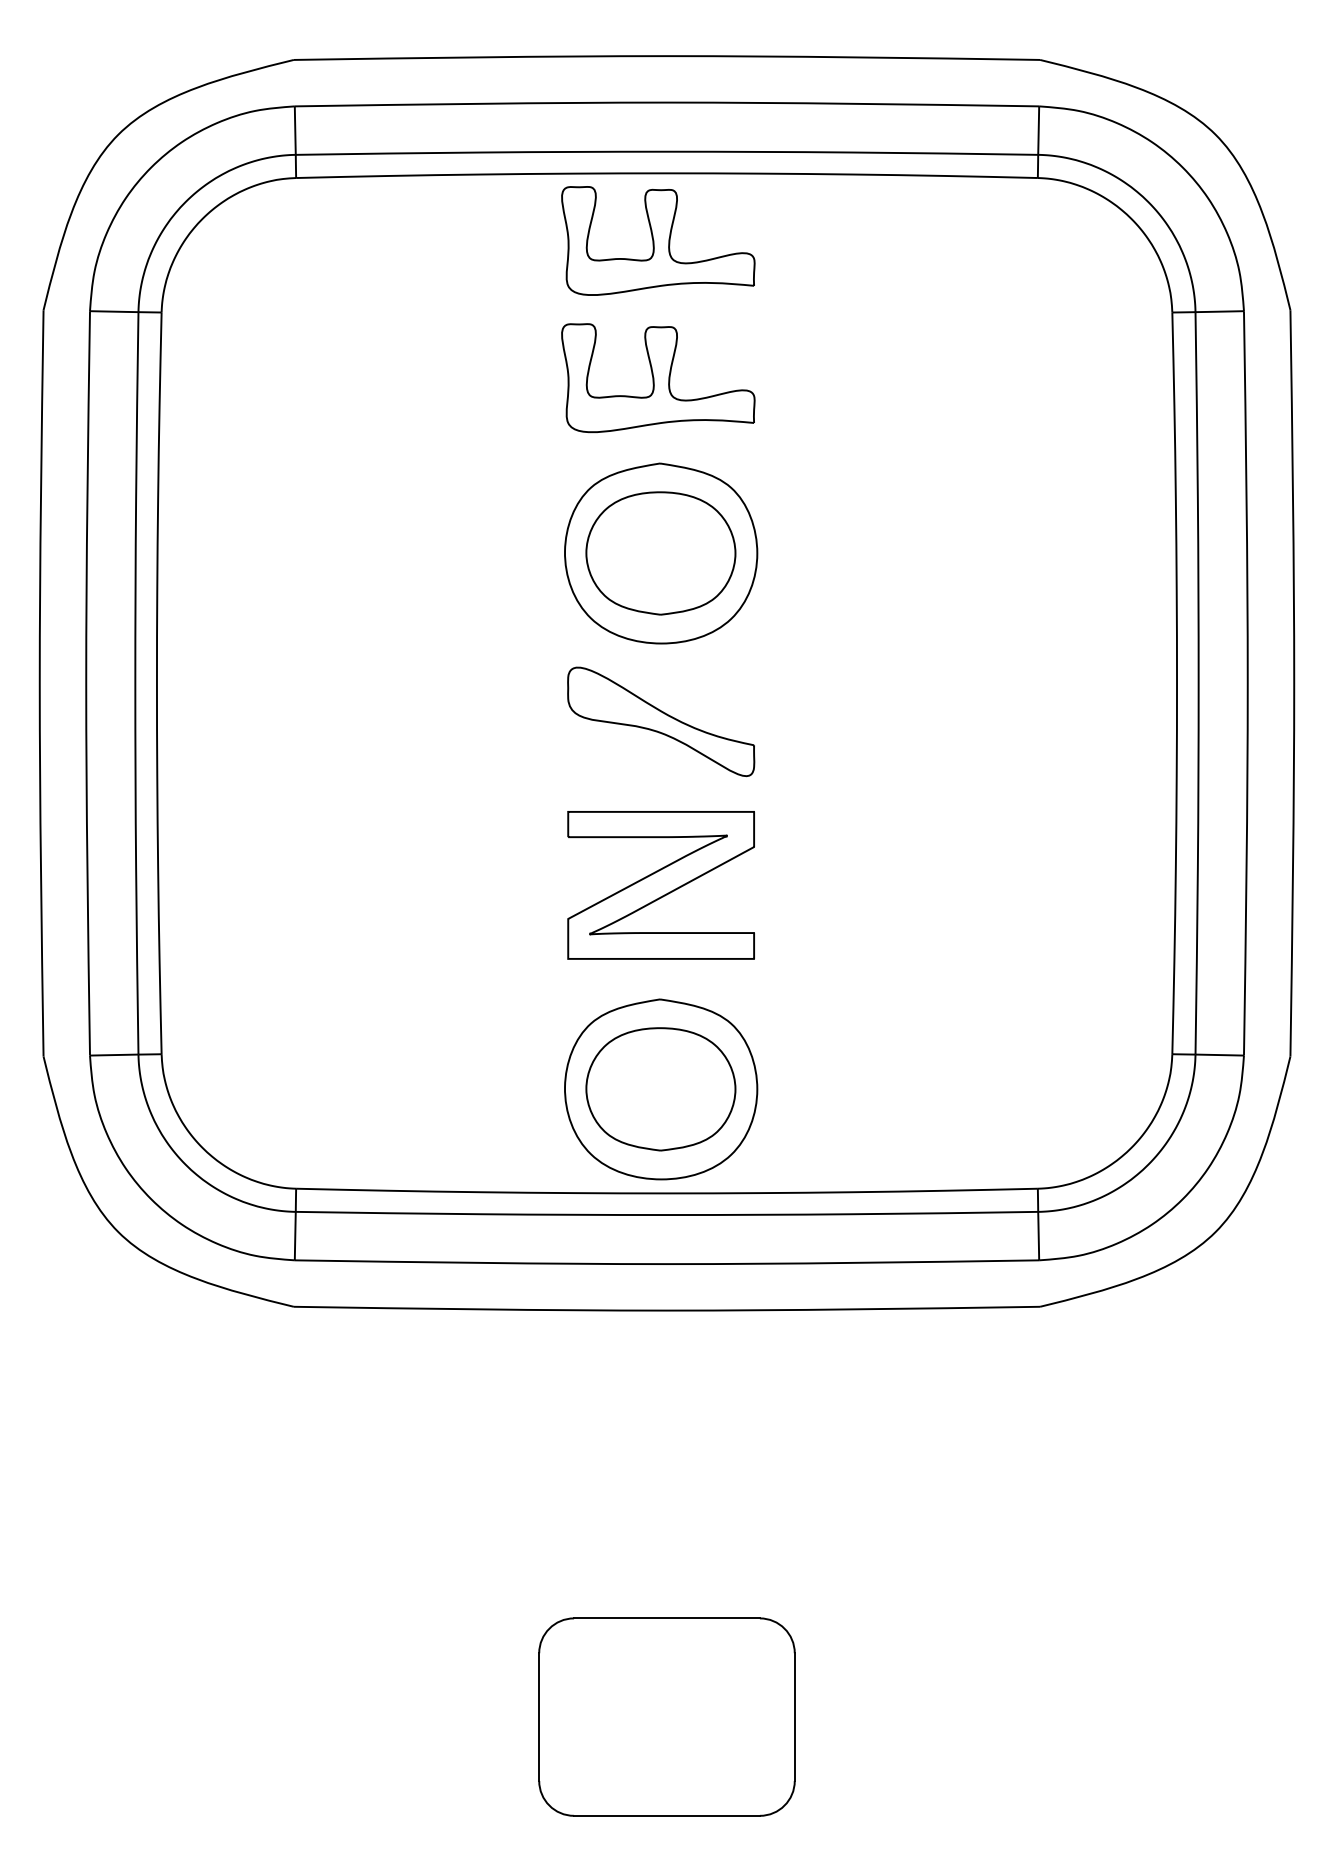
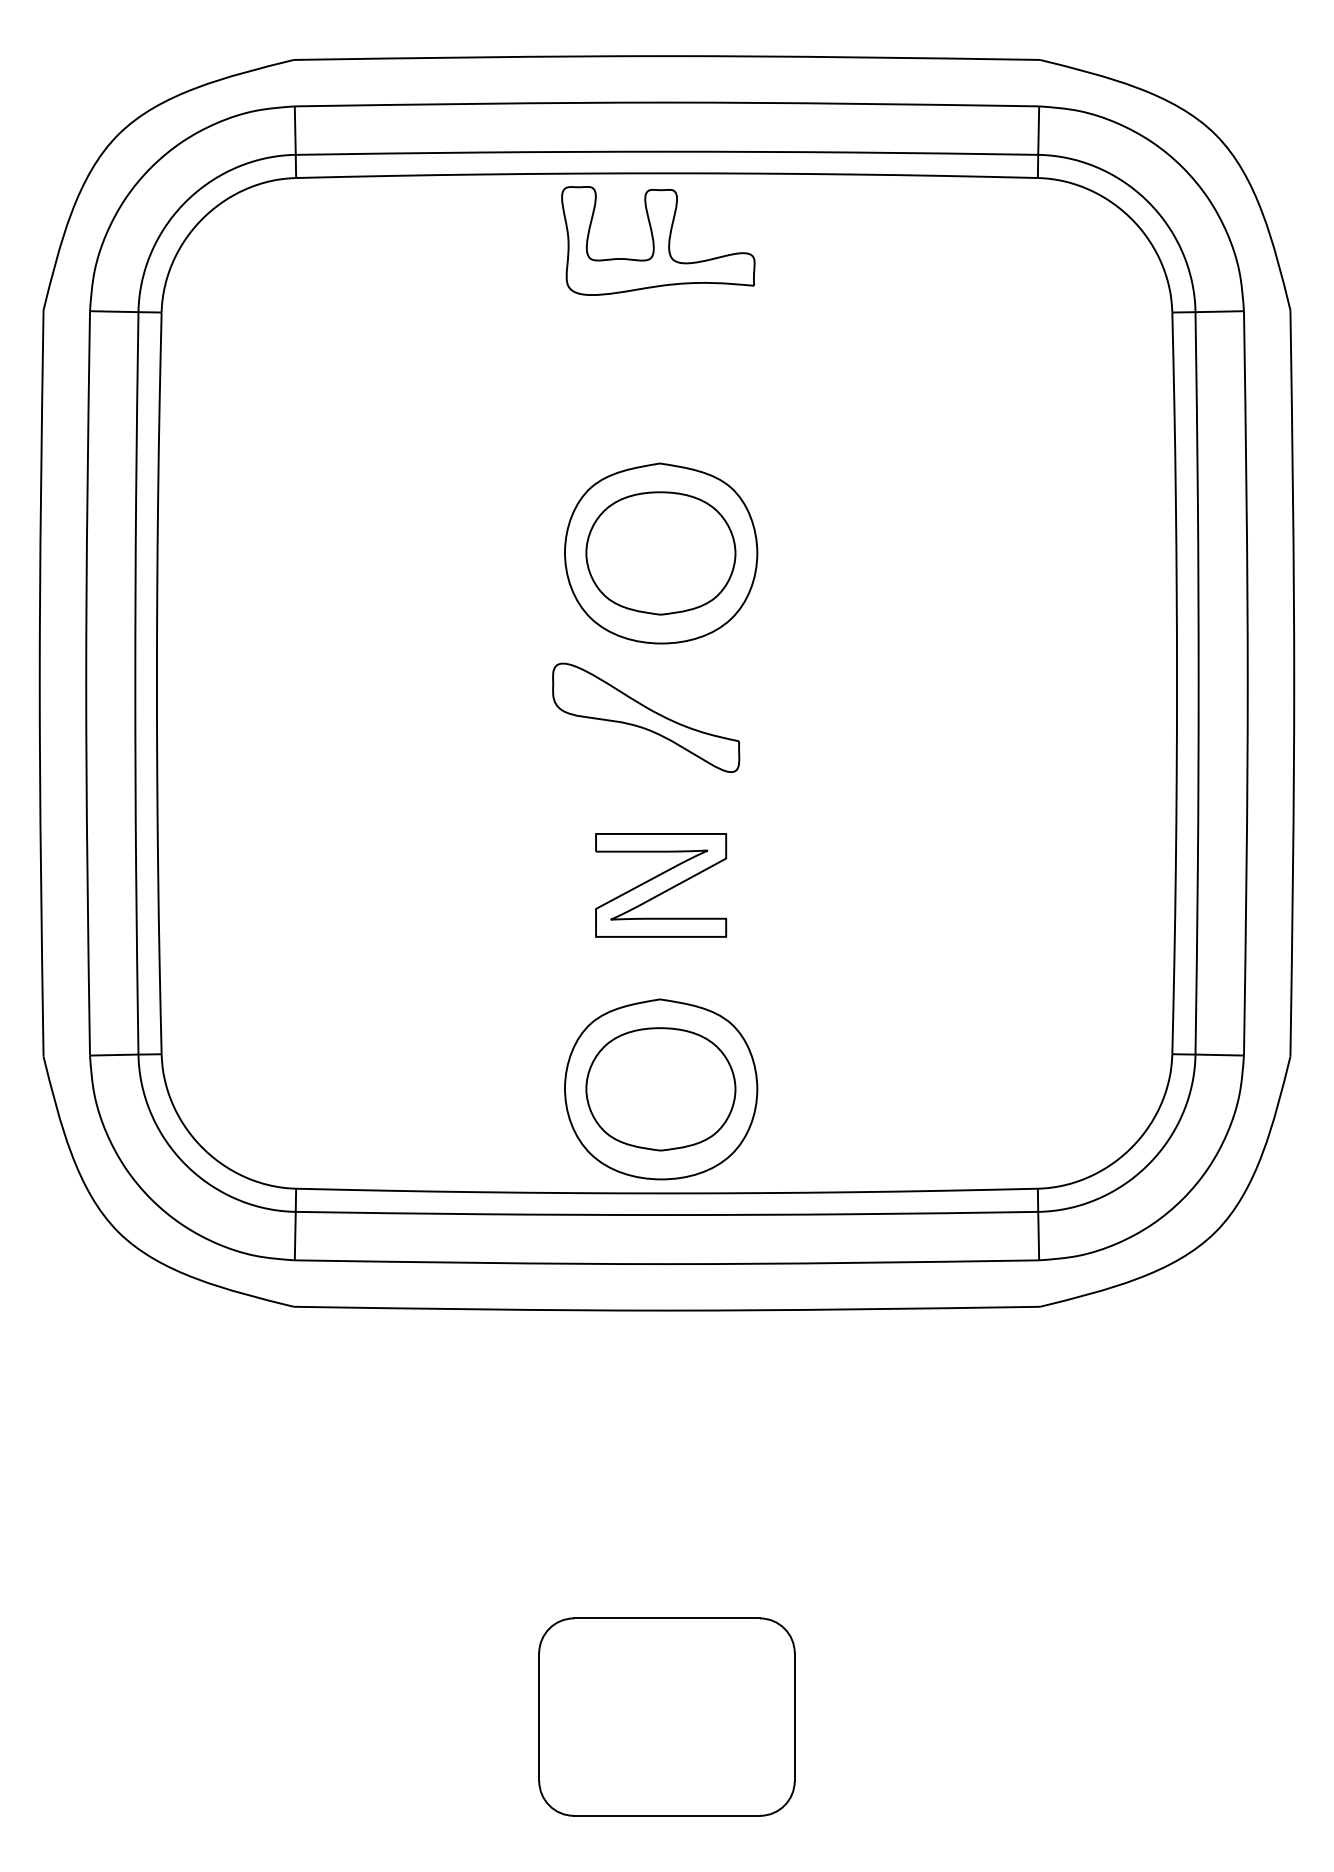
part at (658, 378): present -> none
part at (661, 721) position: (661, 721) -> (646, 717)
part at (660, 885) size: 188x149 px -> 133x105 px
